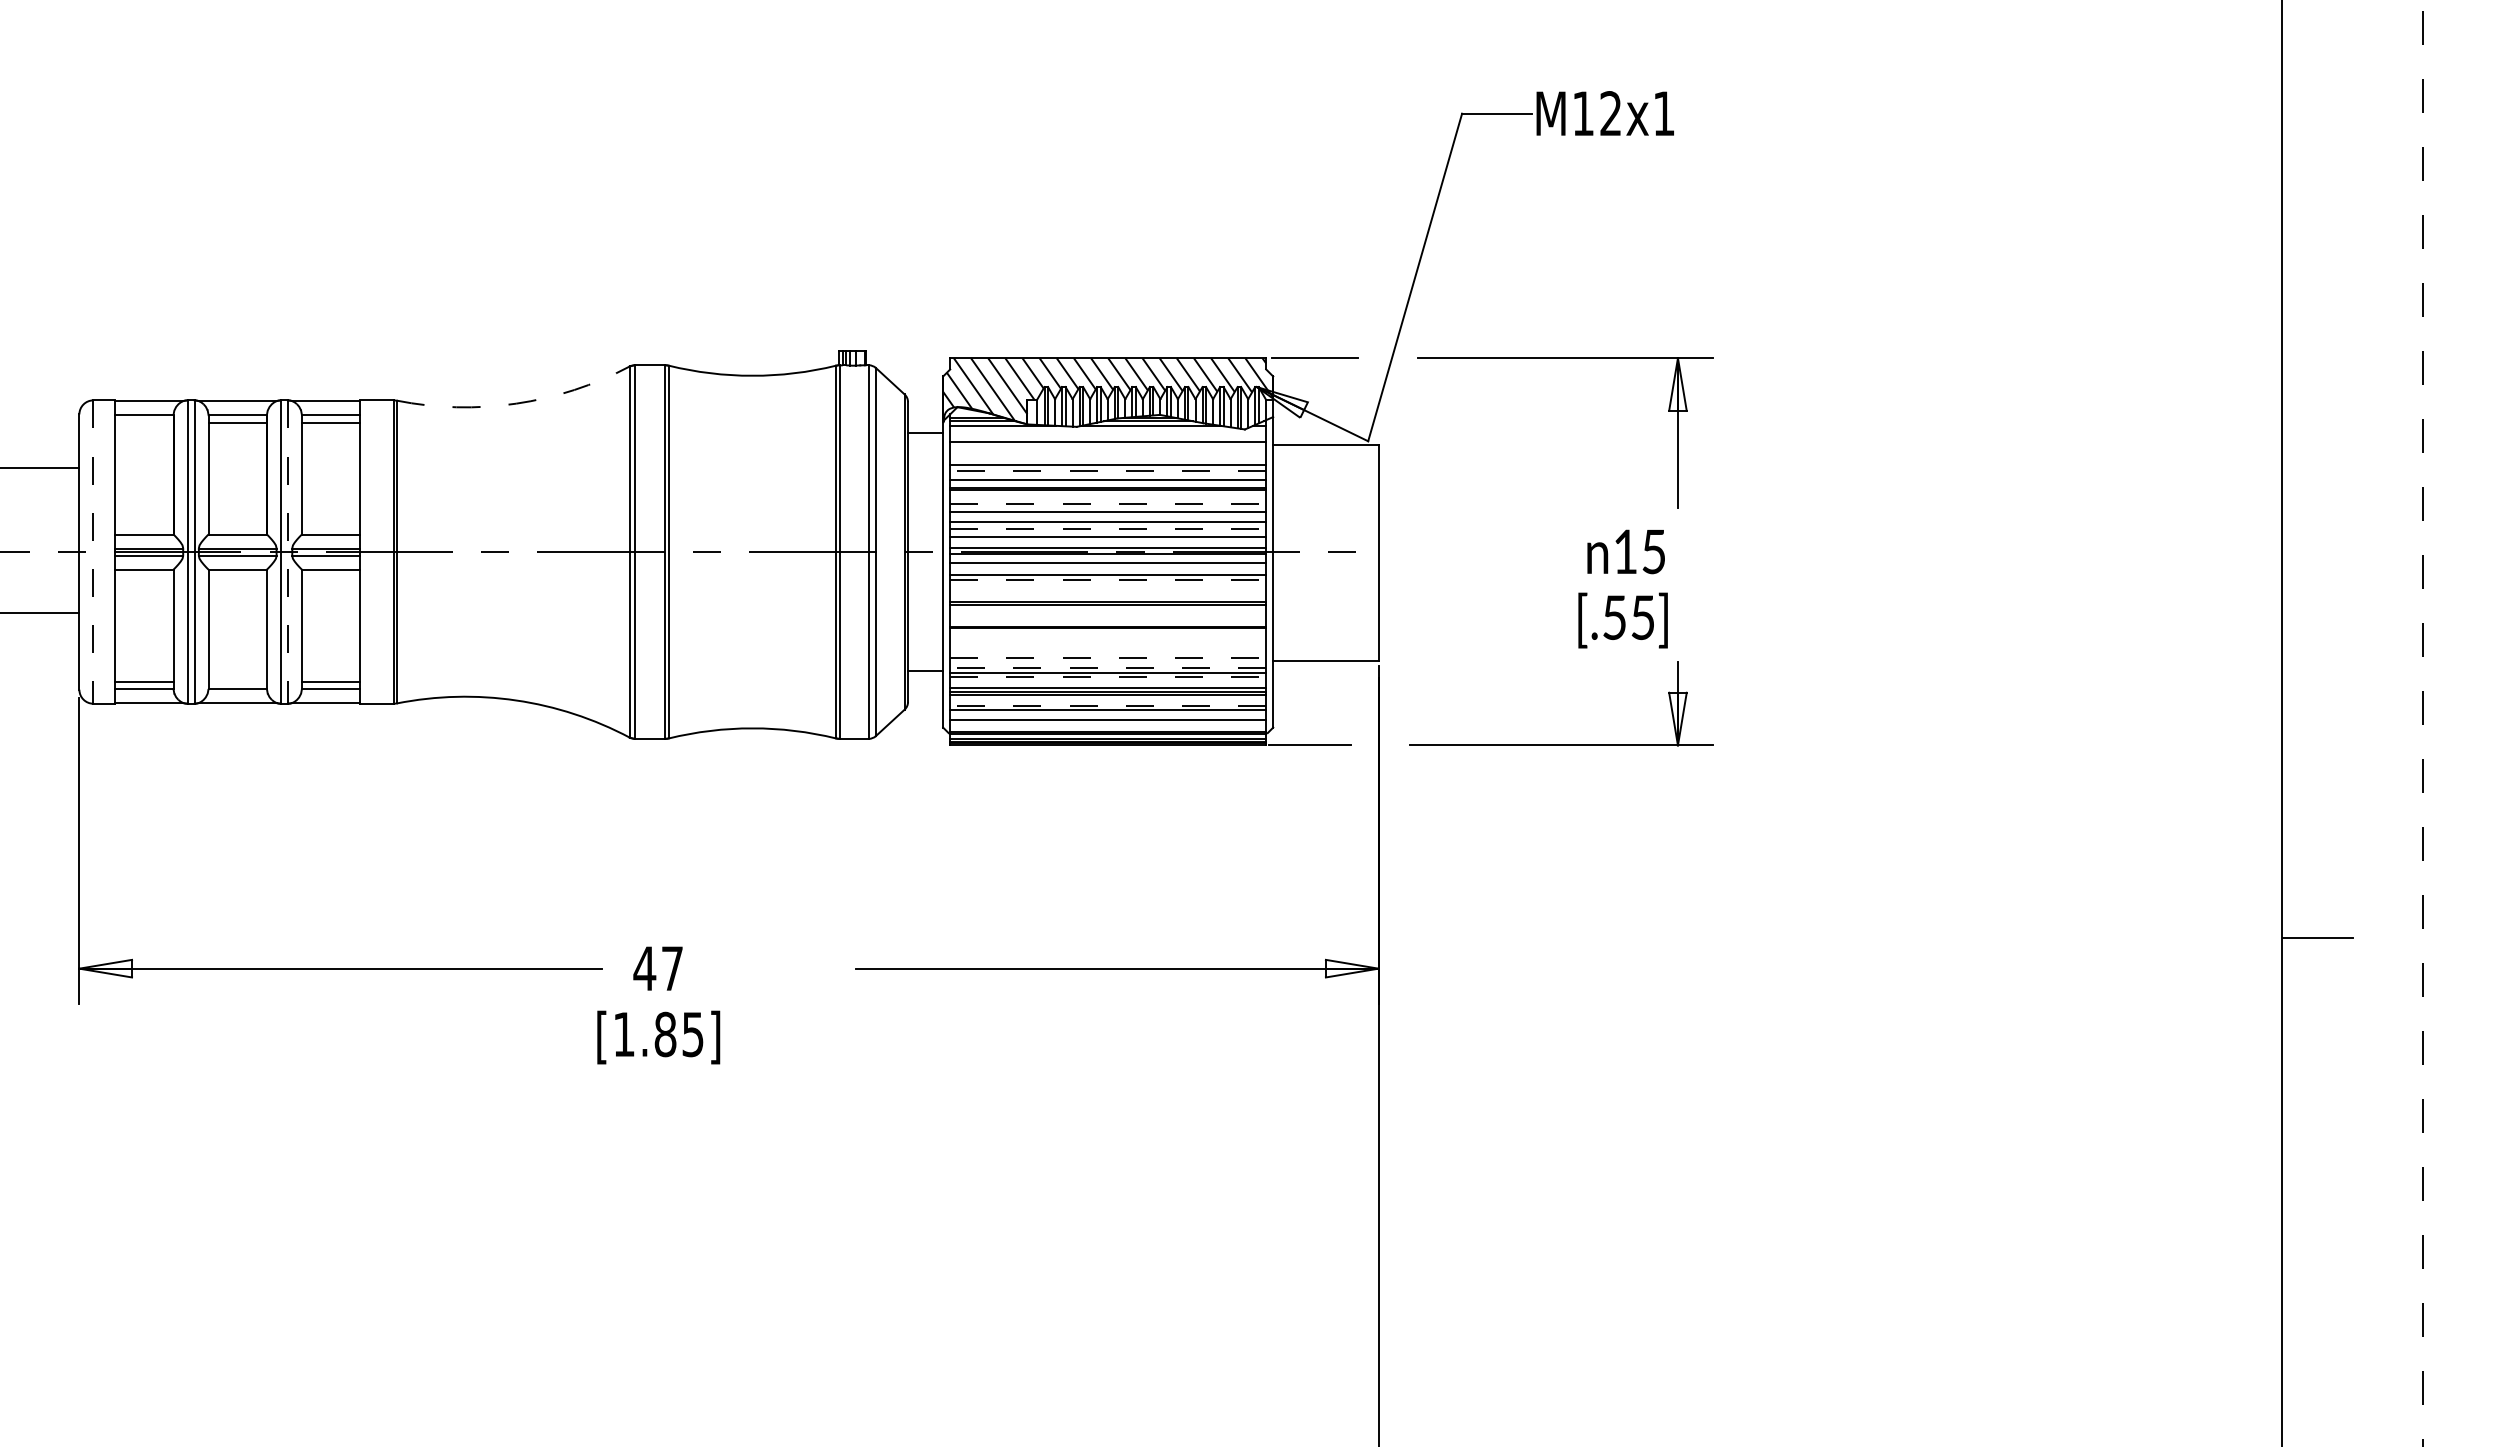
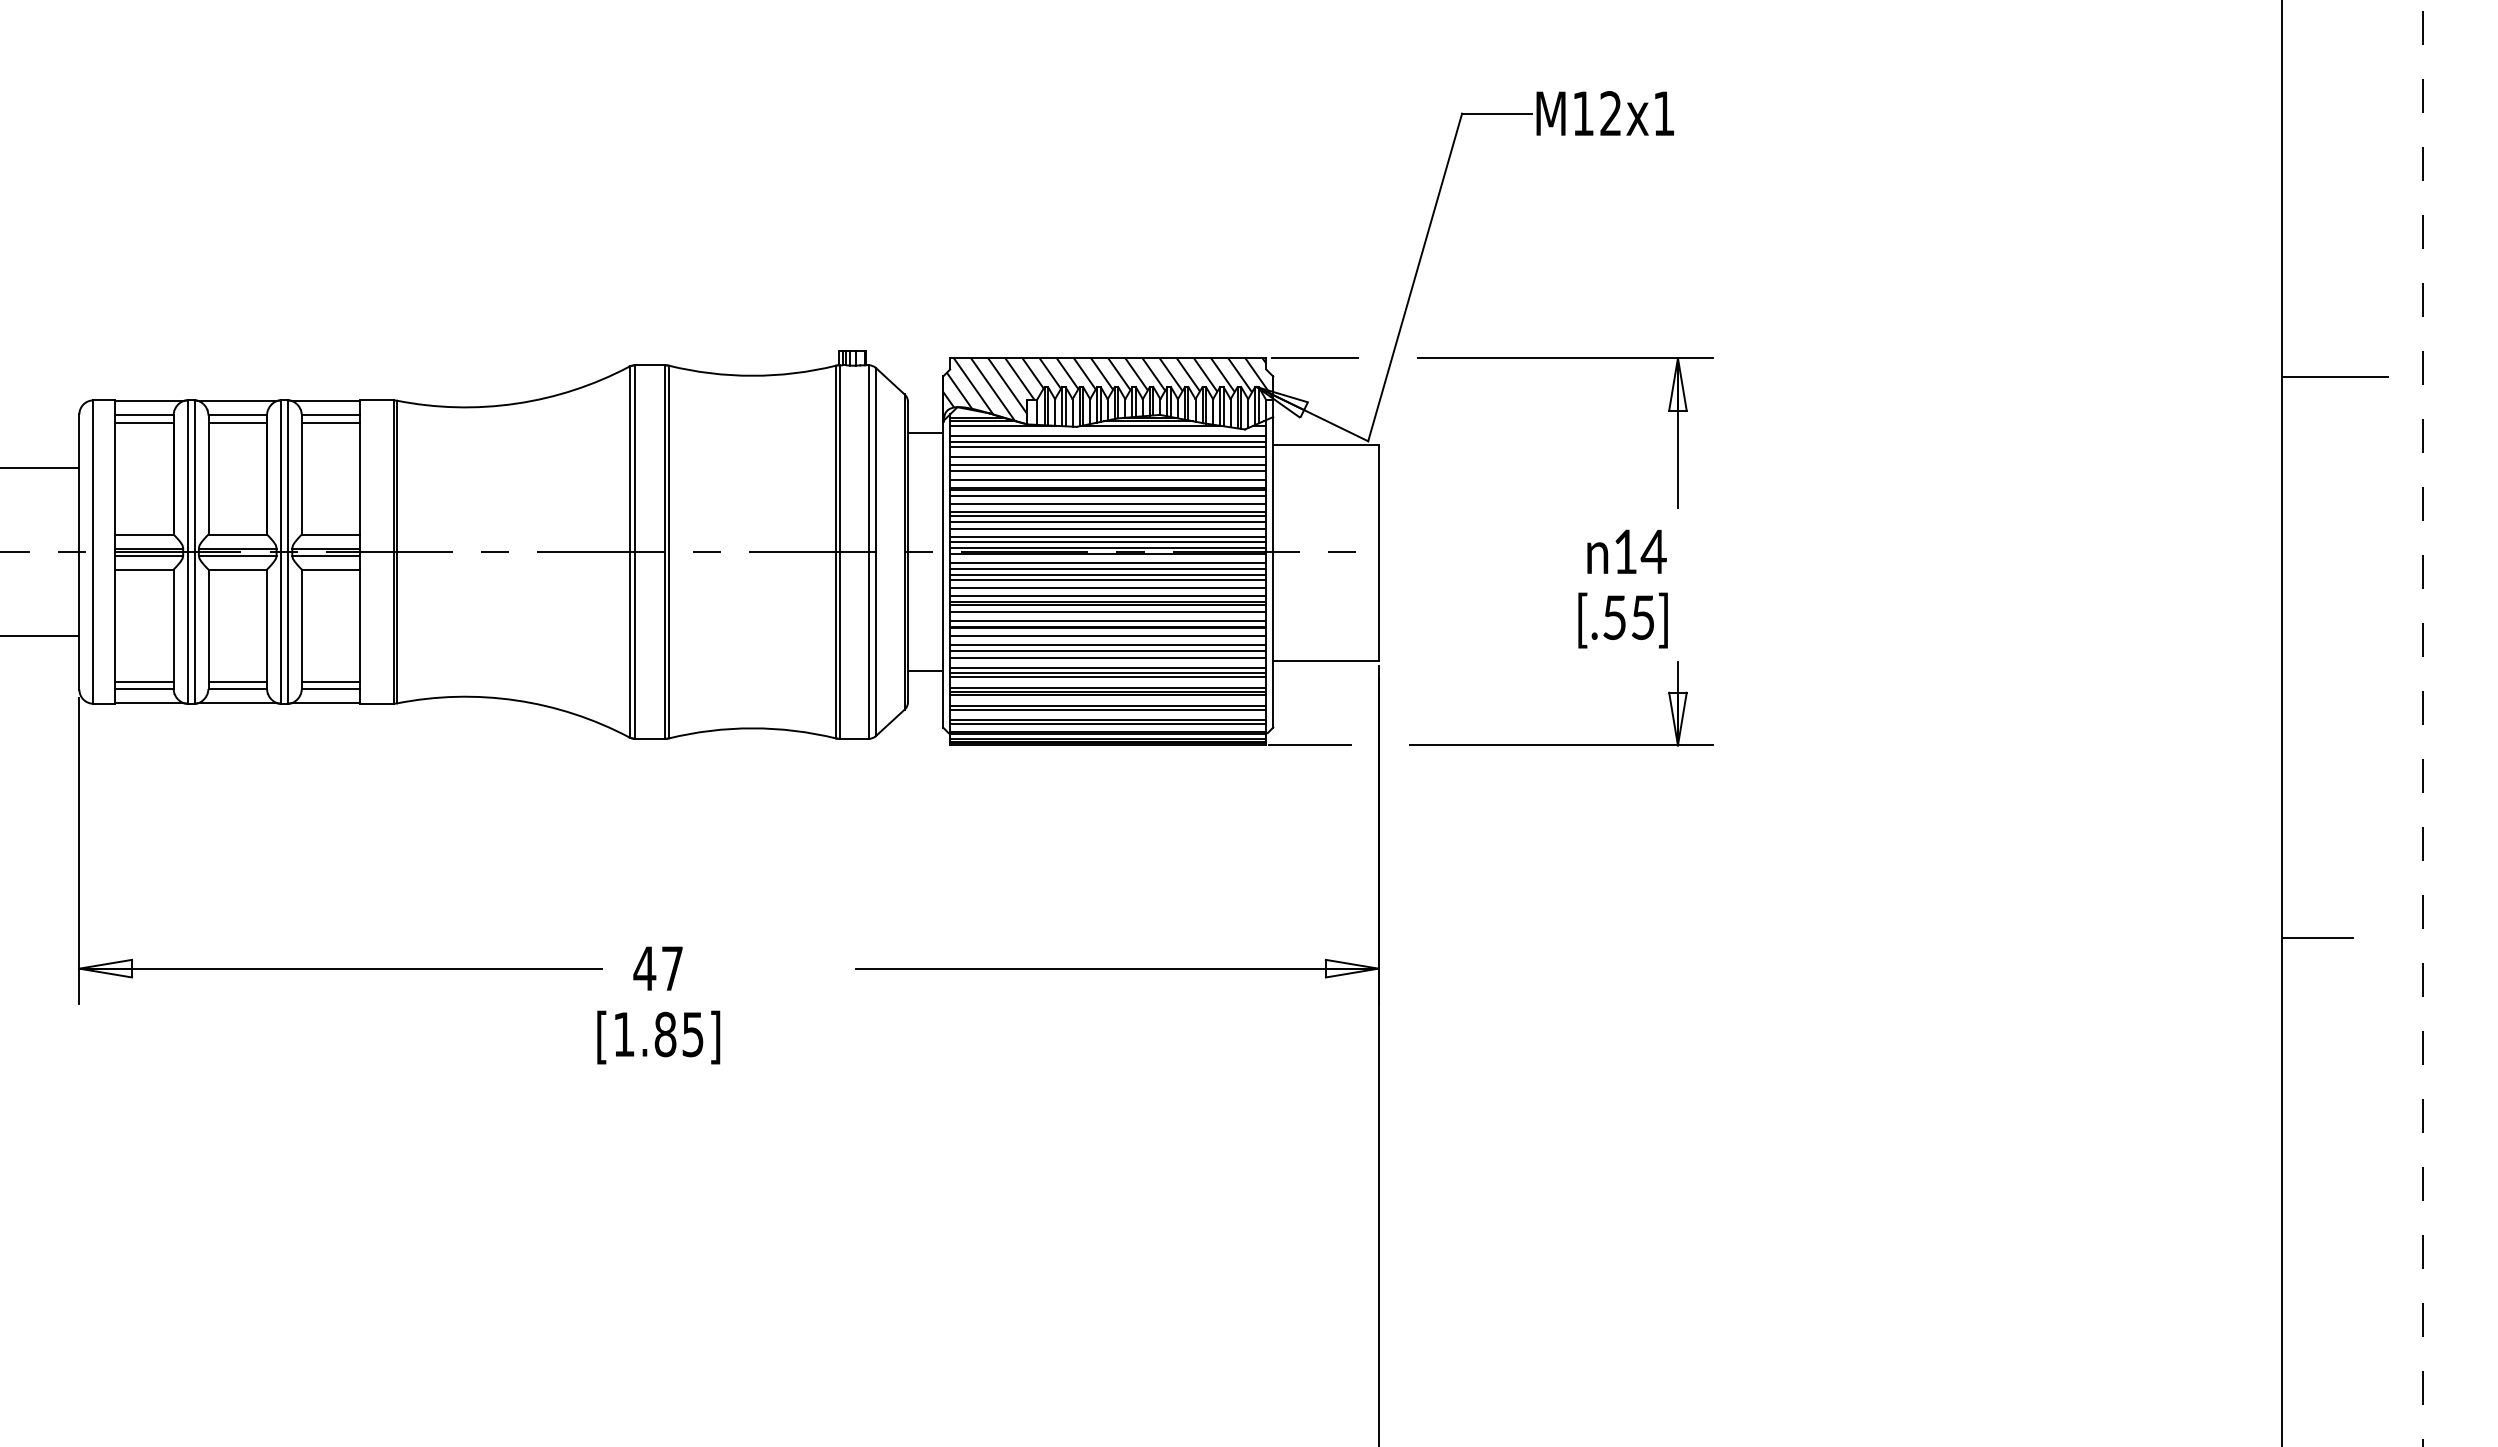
line at (2334, 376): none -> present
arc at (516, 403): dashed -> solid
line at (143, 422): none -> present
line at (1108, 436): none -> present
line at (1108, 447): none -> present
line at (1108, 457): none -> present
line at (1107, 470): dashed -> solid
line at (1108, 495): none -> present
line at (1108, 503): dashed -> solid
line at (1108, 515): none -> present
line at (1108, 528): dashed -> solid
line at (1108, 542): none -> present
text at (1653, 551): 15 -> 14
line at (93, 552): dashed -> solid
line at (287, 552): dashed -> solid
line at (1108, 569): none -> present
line at (1108, 579): dashed -> solid
line at (1108, 587): none -> present
line at (1108, 595): none -> present
line at (1108, 612): none -> present
line at (40, 613) position: (40, 613) -> (40, 636)
line at (1108, 621): none -> present
line at (1108, 635): none -> present
line at (1108, 645): none -> present
line at (1108, 650): none -> present
line at (1108, 657): dashed -> solid
line at (1107, 667): dashed -> solid
line at (1108, 677): dashed -> solid
line at (237, 681): none -> present
line at (1107, 705): dashed -> solid
line at (1108, 723): none -> present
